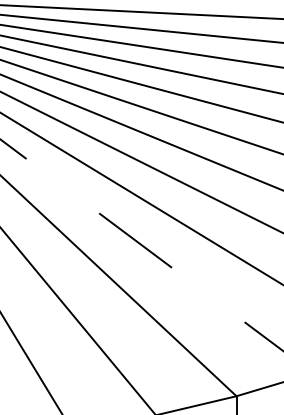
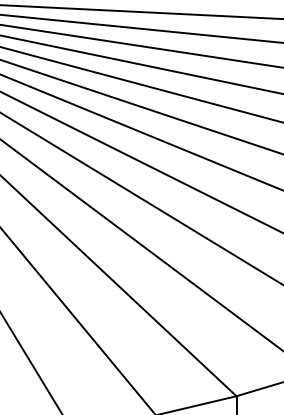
line at (141, 245): dashed -> solid
